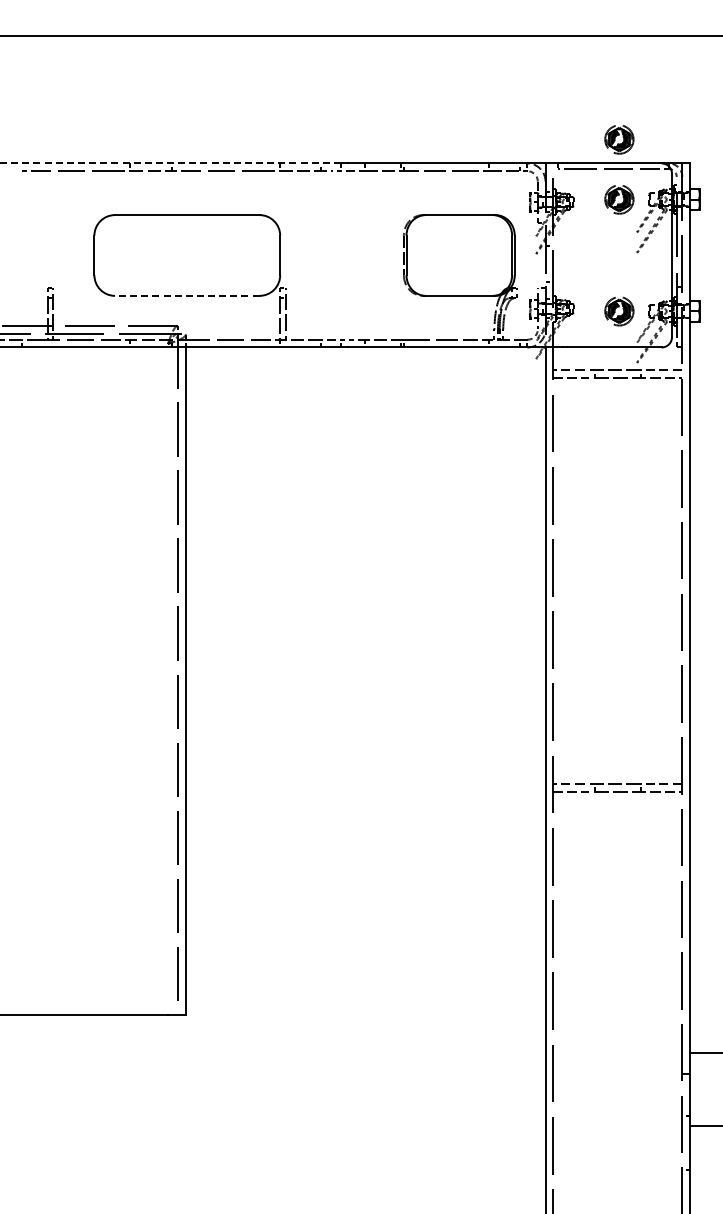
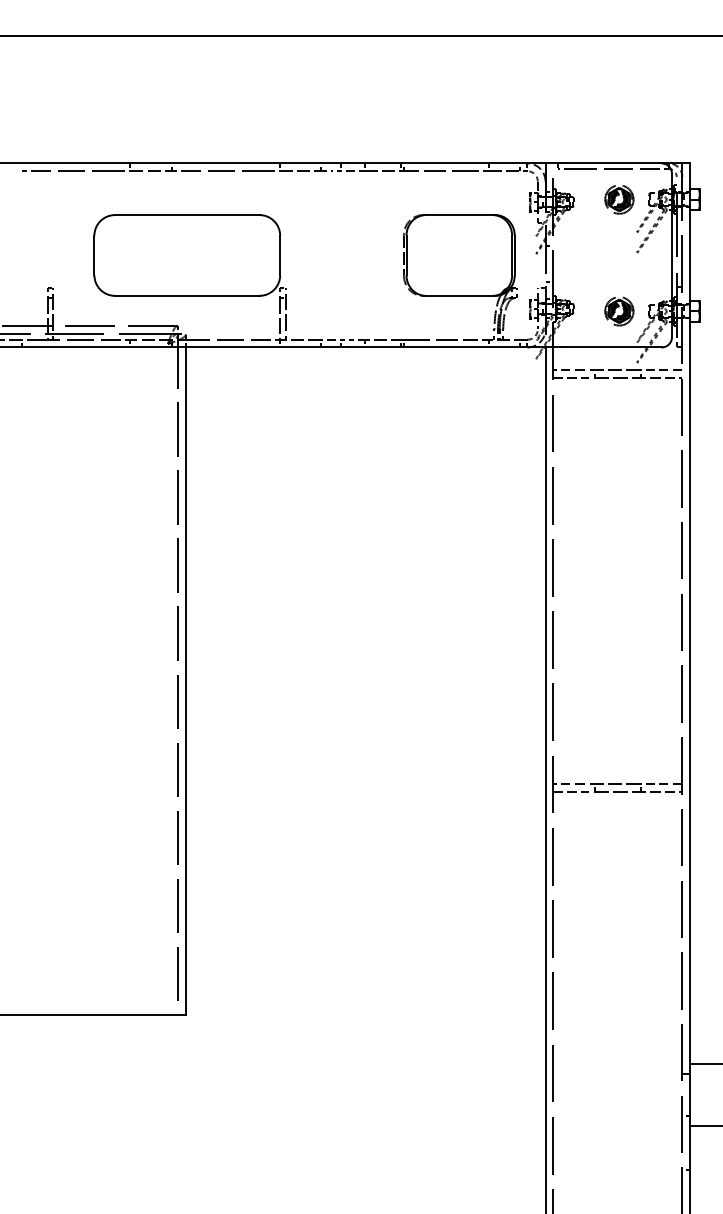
part at (619, 139): present -> none
line at (171, 163): dashed -> solid
line at (186, 295): dashed -> solid
line at (704, 1053) position: (704, 1053) -> (704, 1064)
